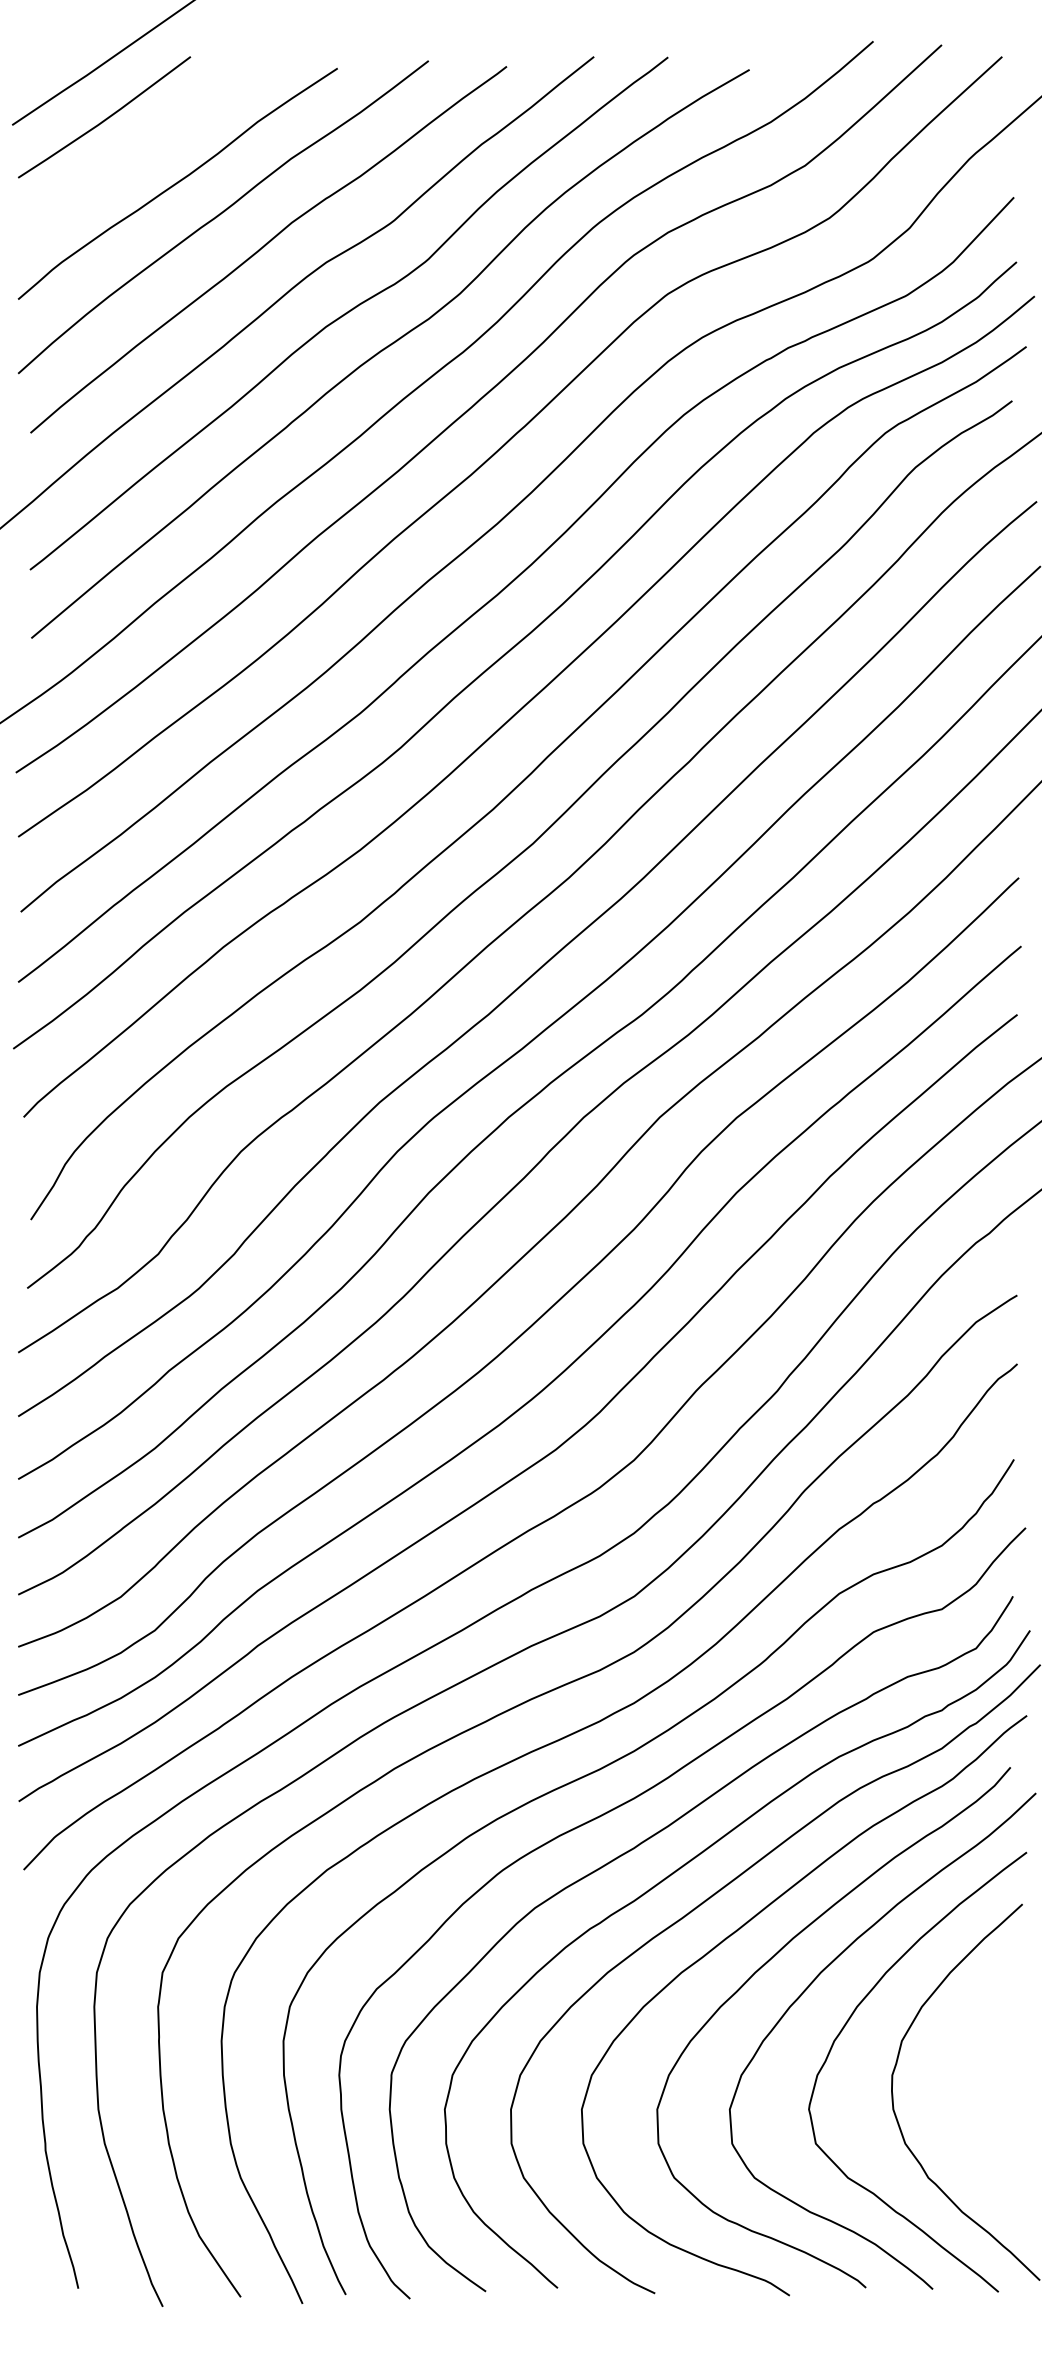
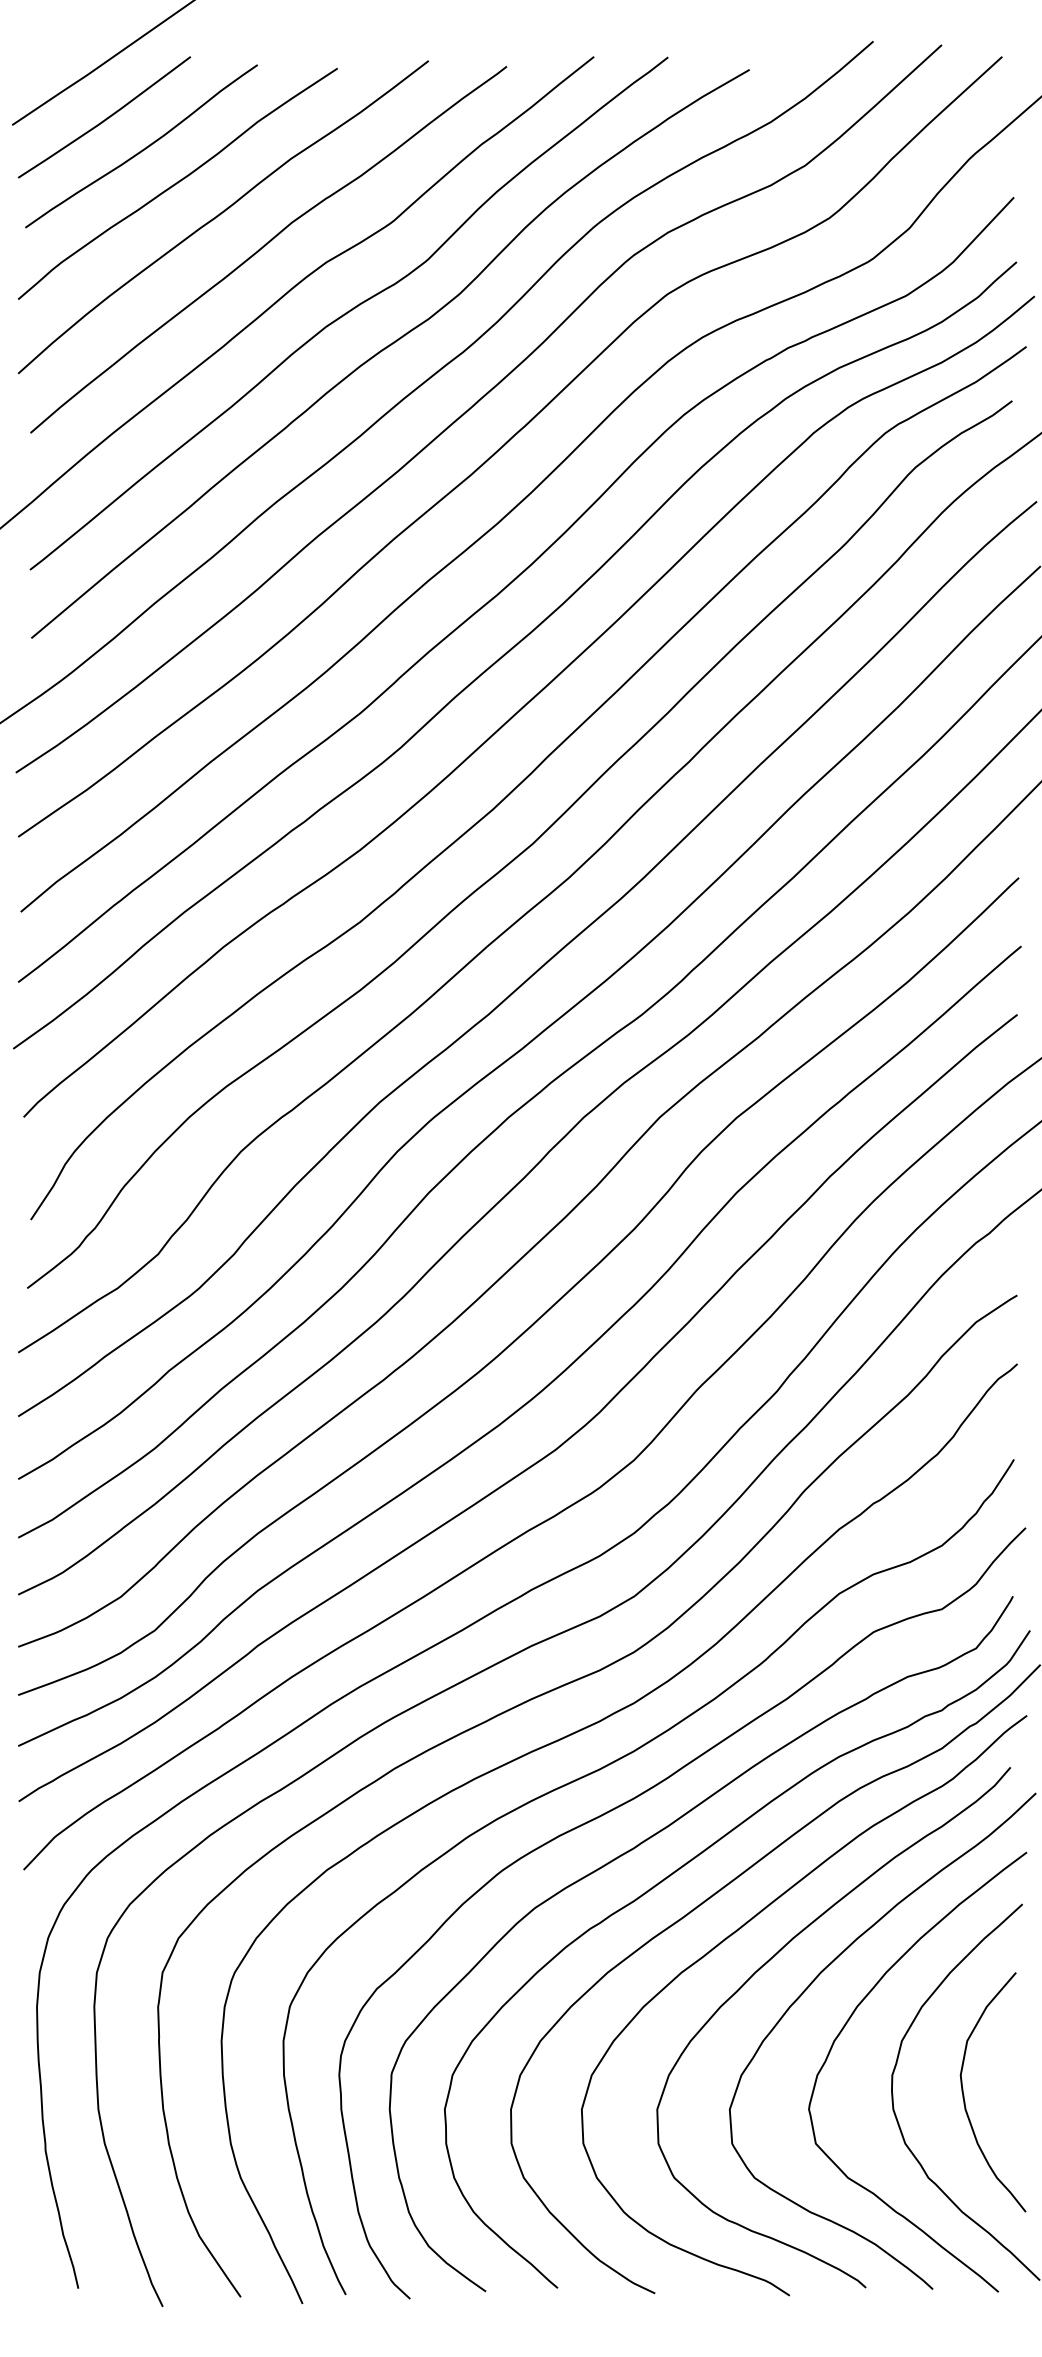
curve at (143, 148): none -> present
curve at (964, 2095): none -> present
